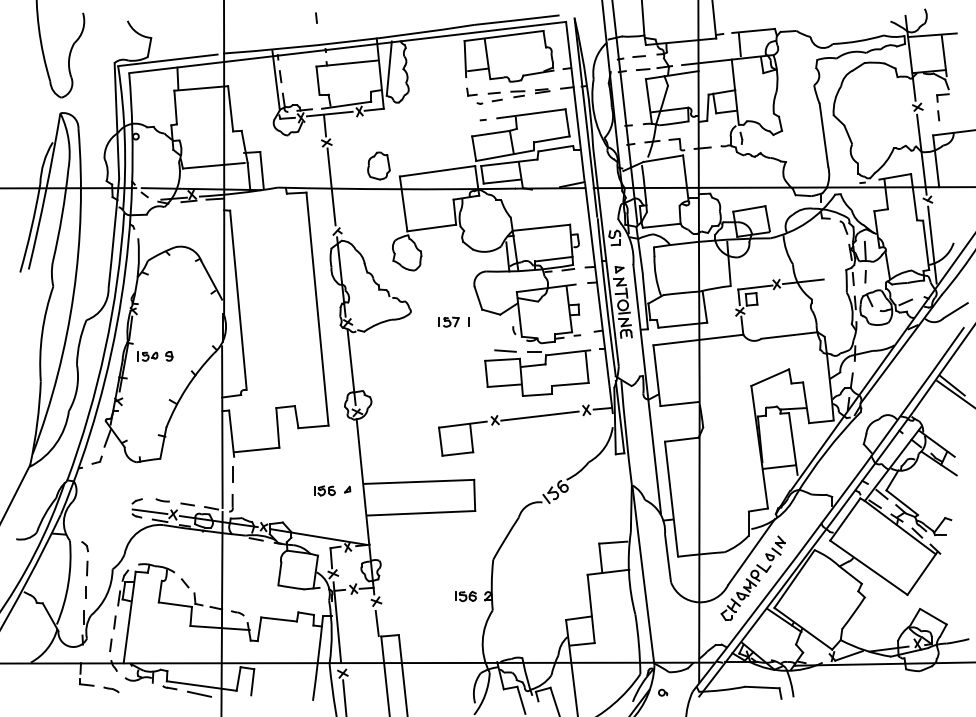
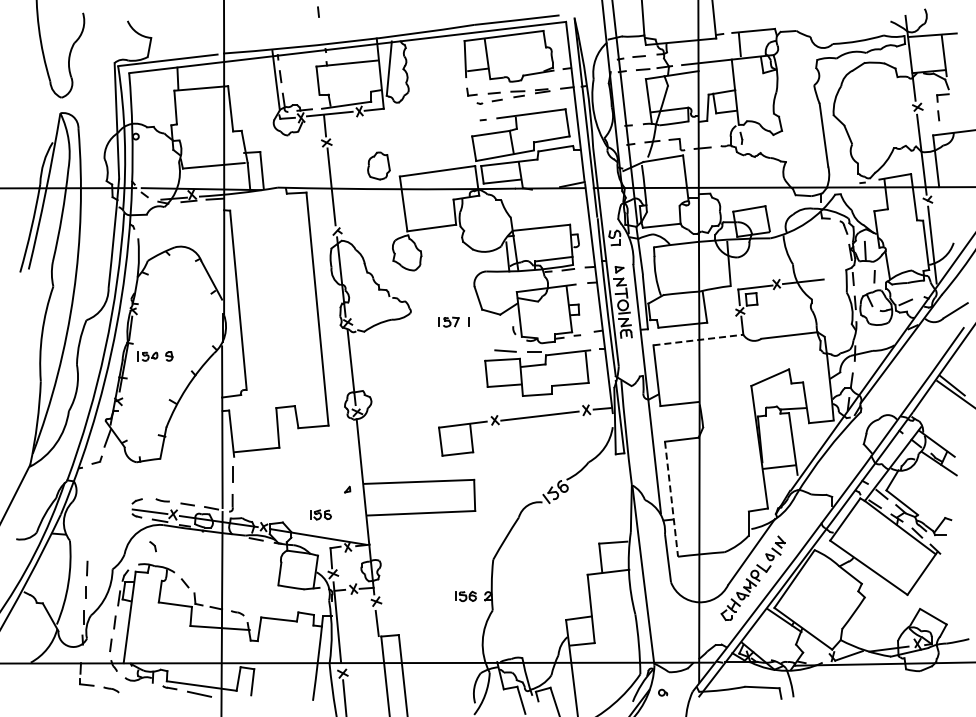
line at (316, 17) position: (316, 17) -> (318, 11)
line at (865, 276) position: (865, 276) -> (874, 276)
line at (698, 339): solid -> dashed
part at (324, 490) position: (324, 490) -> (320, 514)
line at (671, 499): solid -> dashed
part at (84, 546) position: (84, 546) -> (152, 546)
